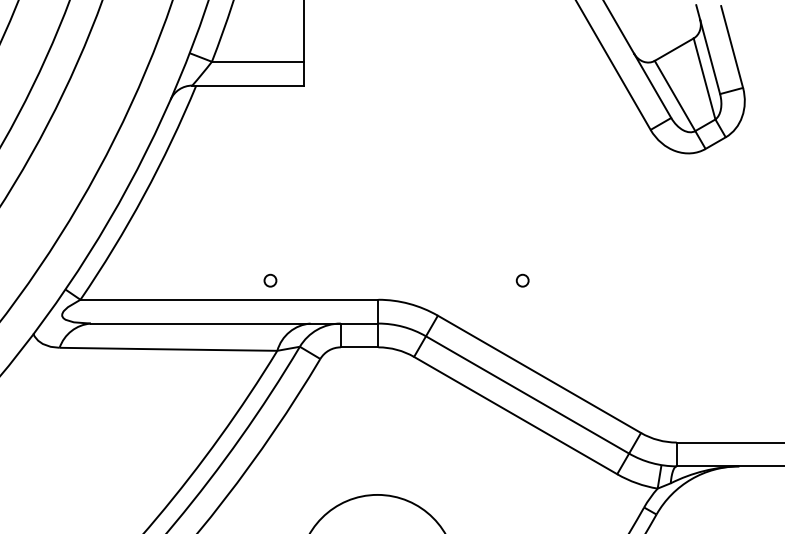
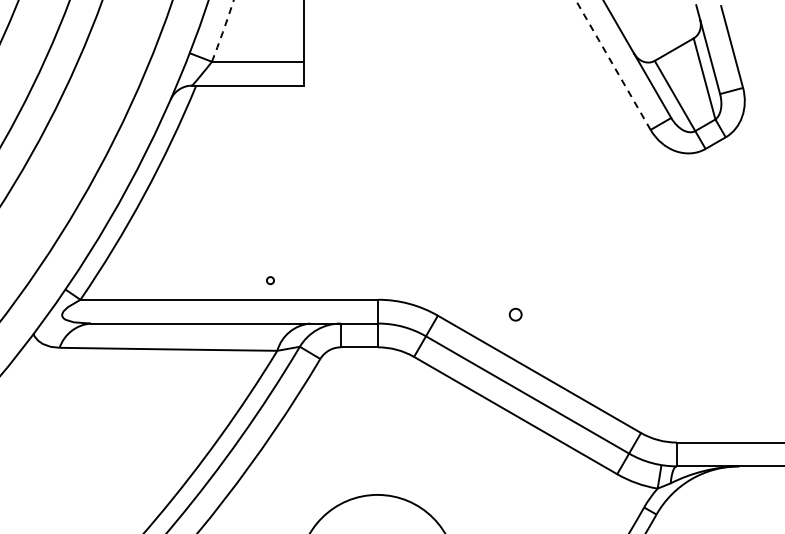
arc at (223, 30): solid -> dashed
line at (613, 65): solid -> dashed
circle at (270, 280) size: 15x15 px -> 9x10 px
circle at (522, 280) position: (522, 280) -> (515, 314)
